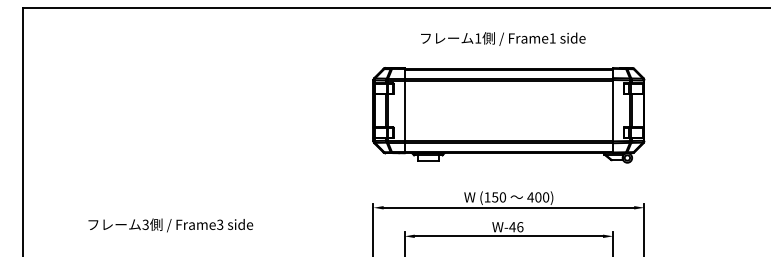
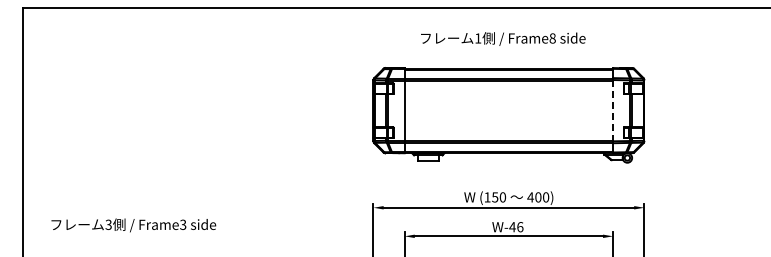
text at (552, 38): Frame1 -> Frame8
line at (613, 110): solid -> dashed
text at (170, 225) position: (170, 225) -> (133, 225)
